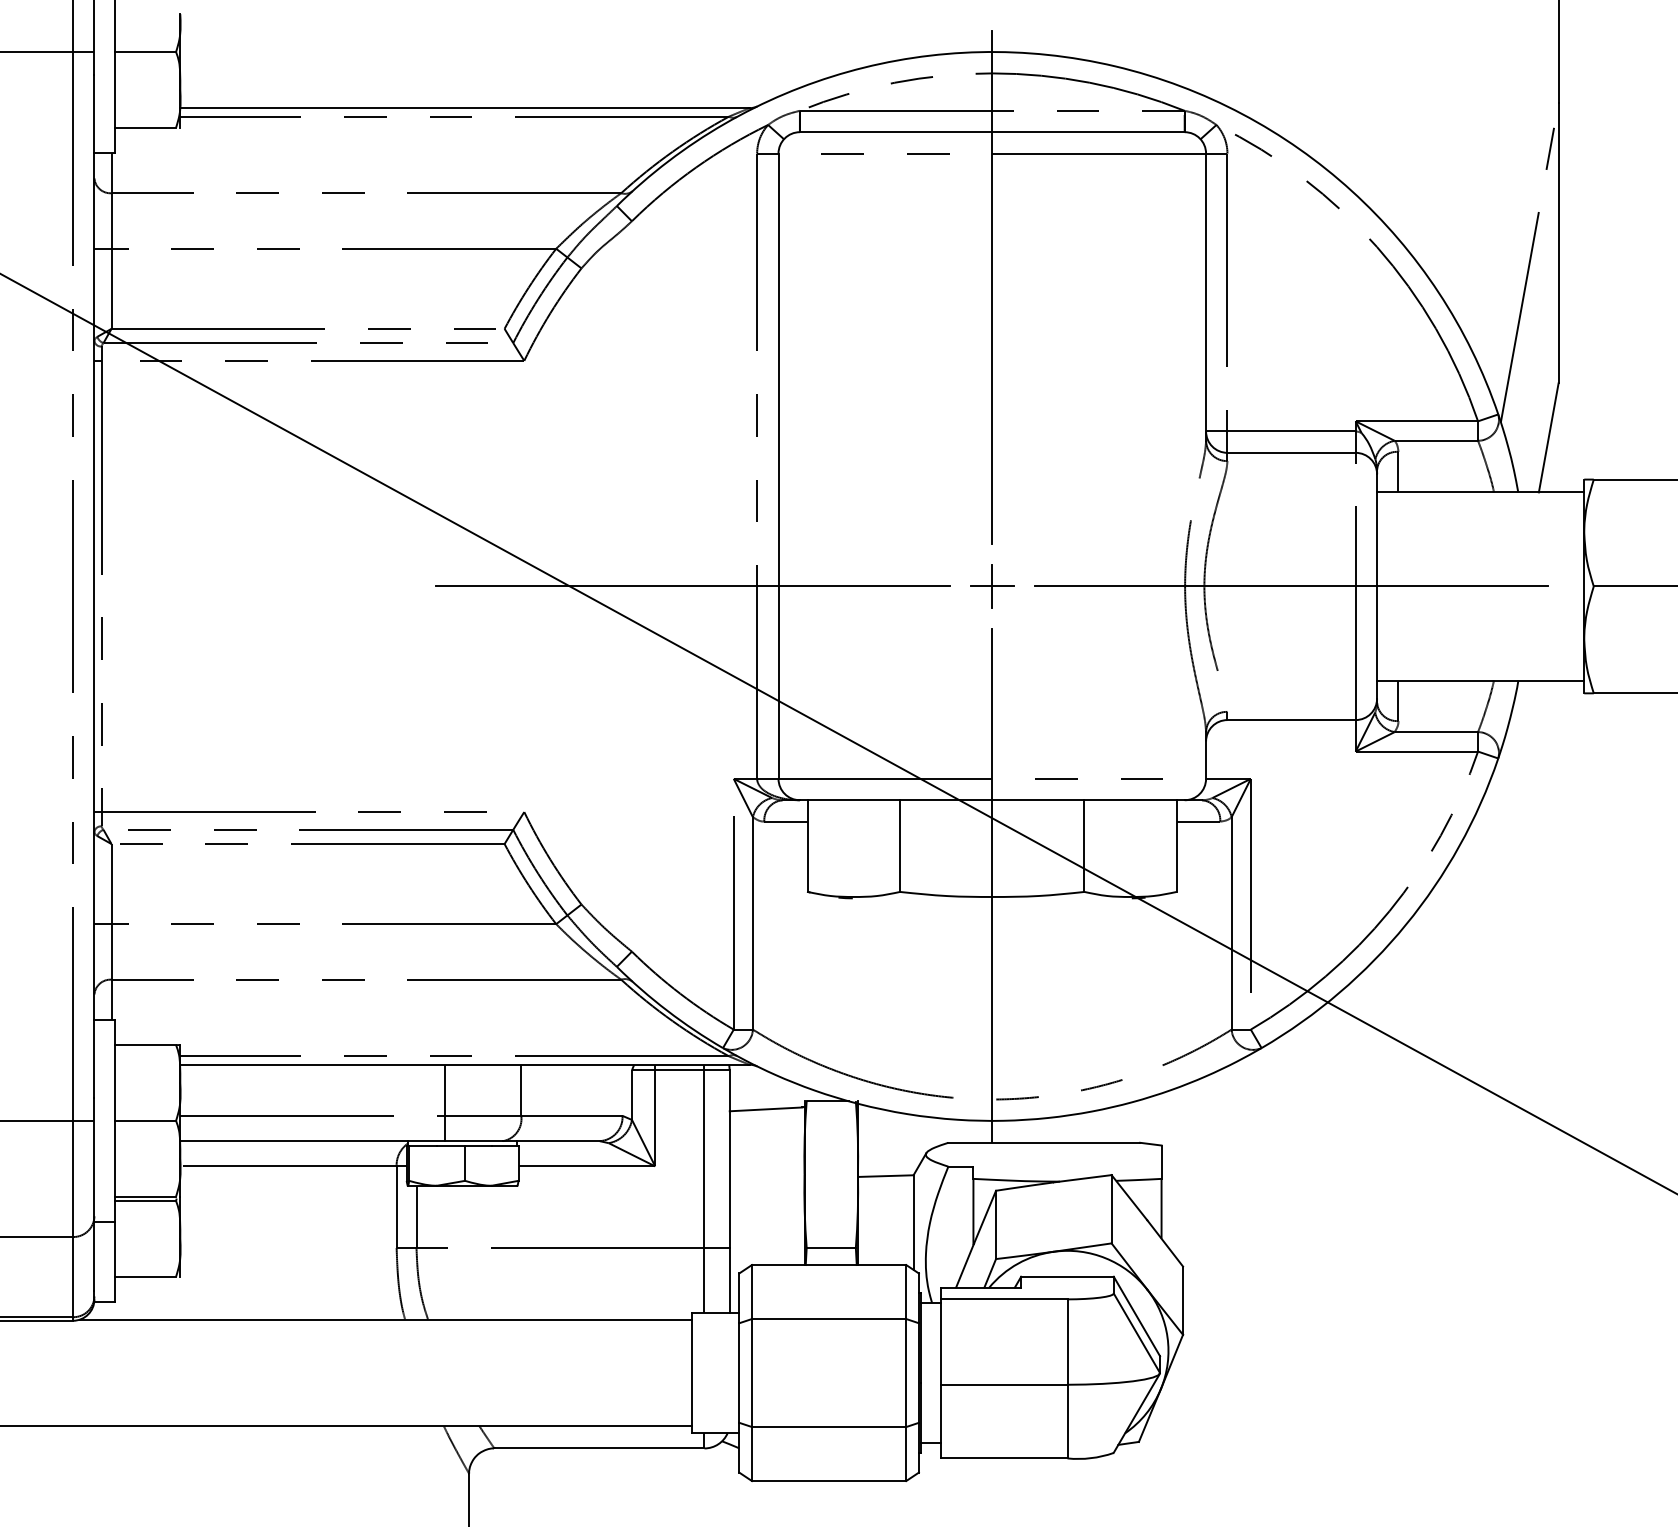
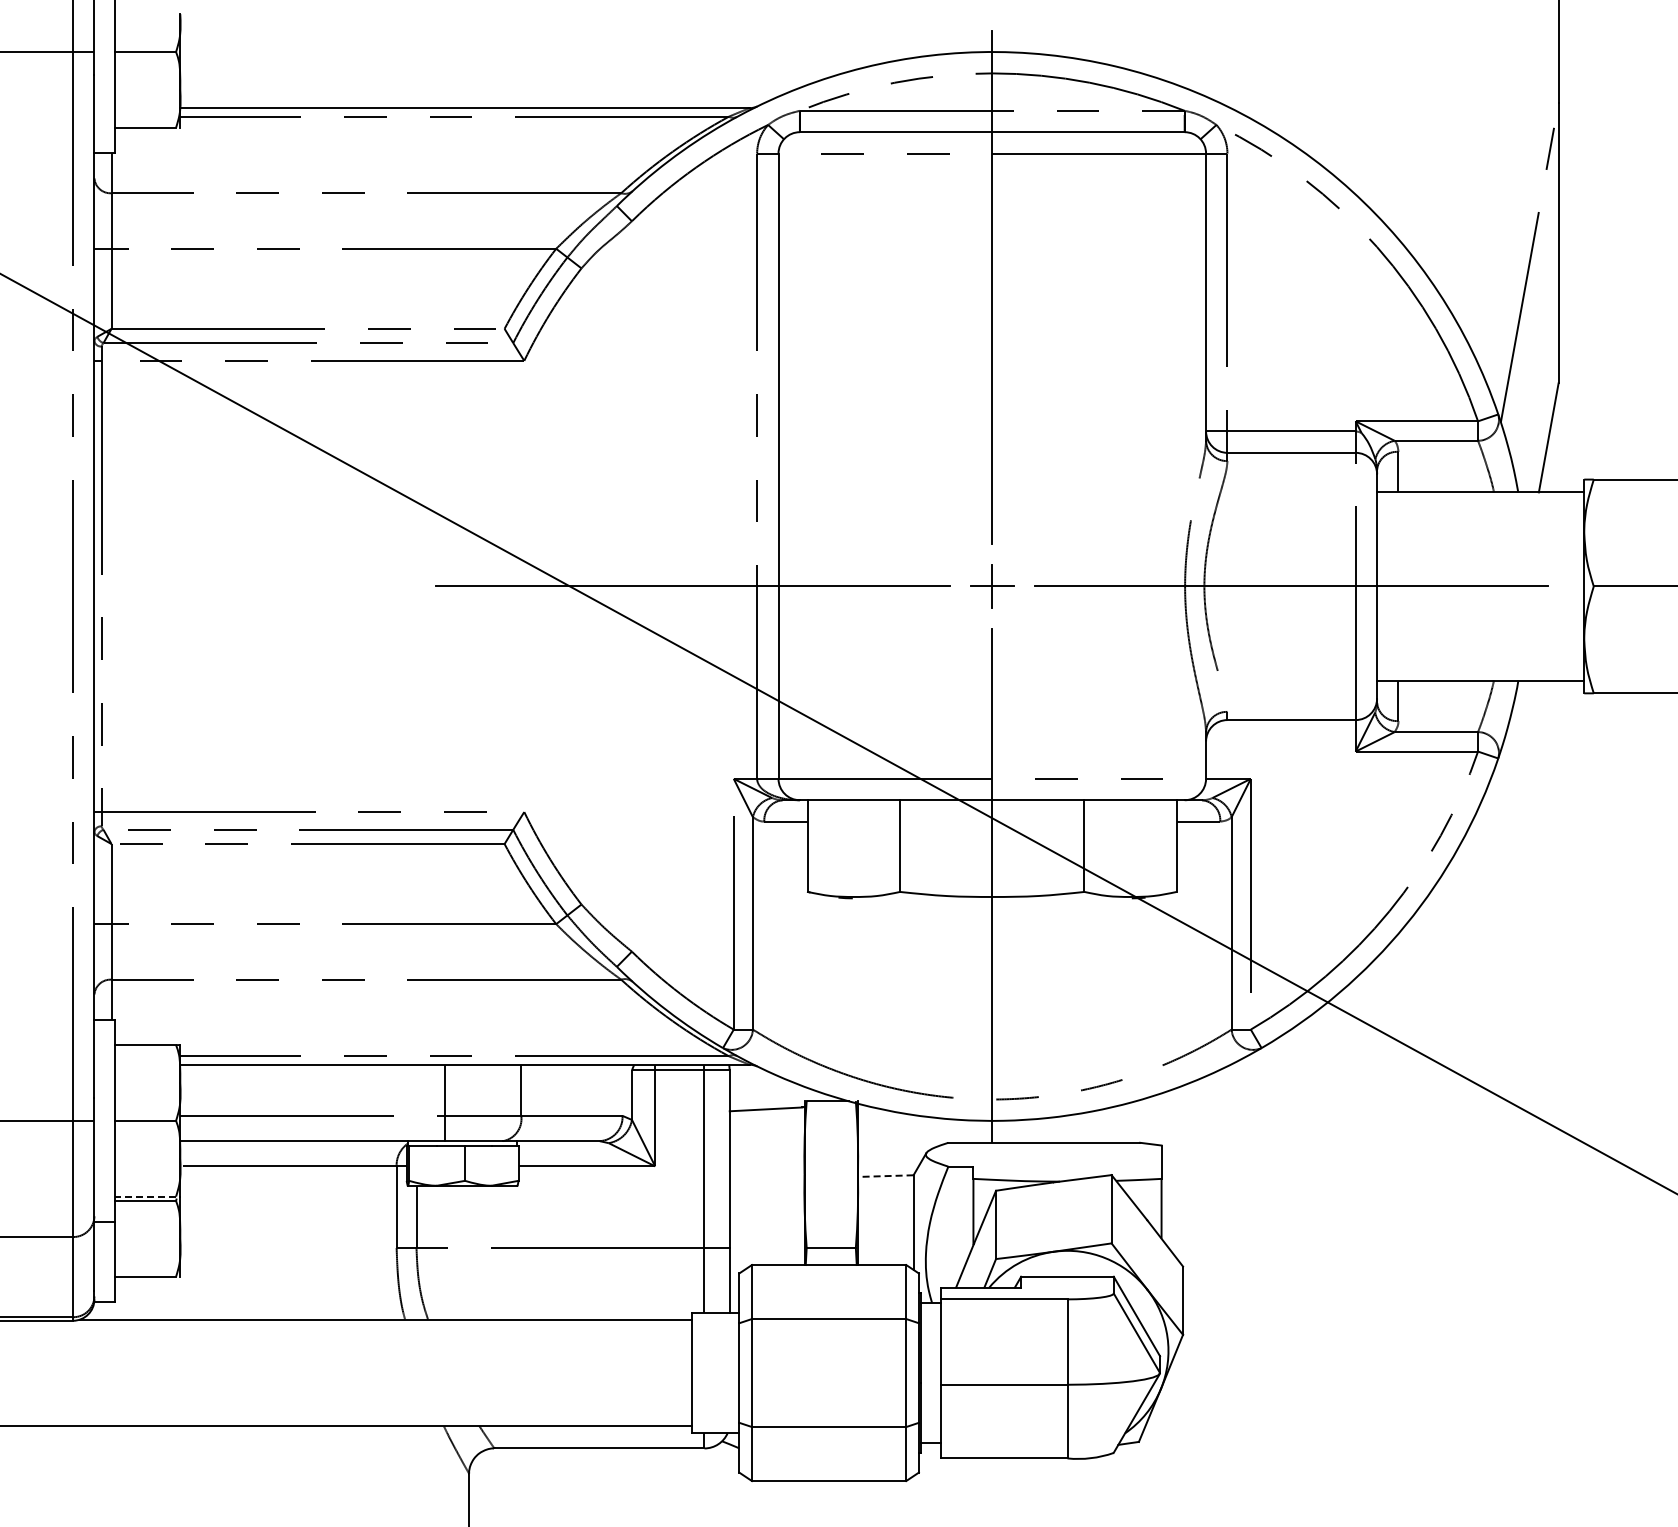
line at (885, 1176): solid -> dashed
line at (145, 1196): solid -> dashed
